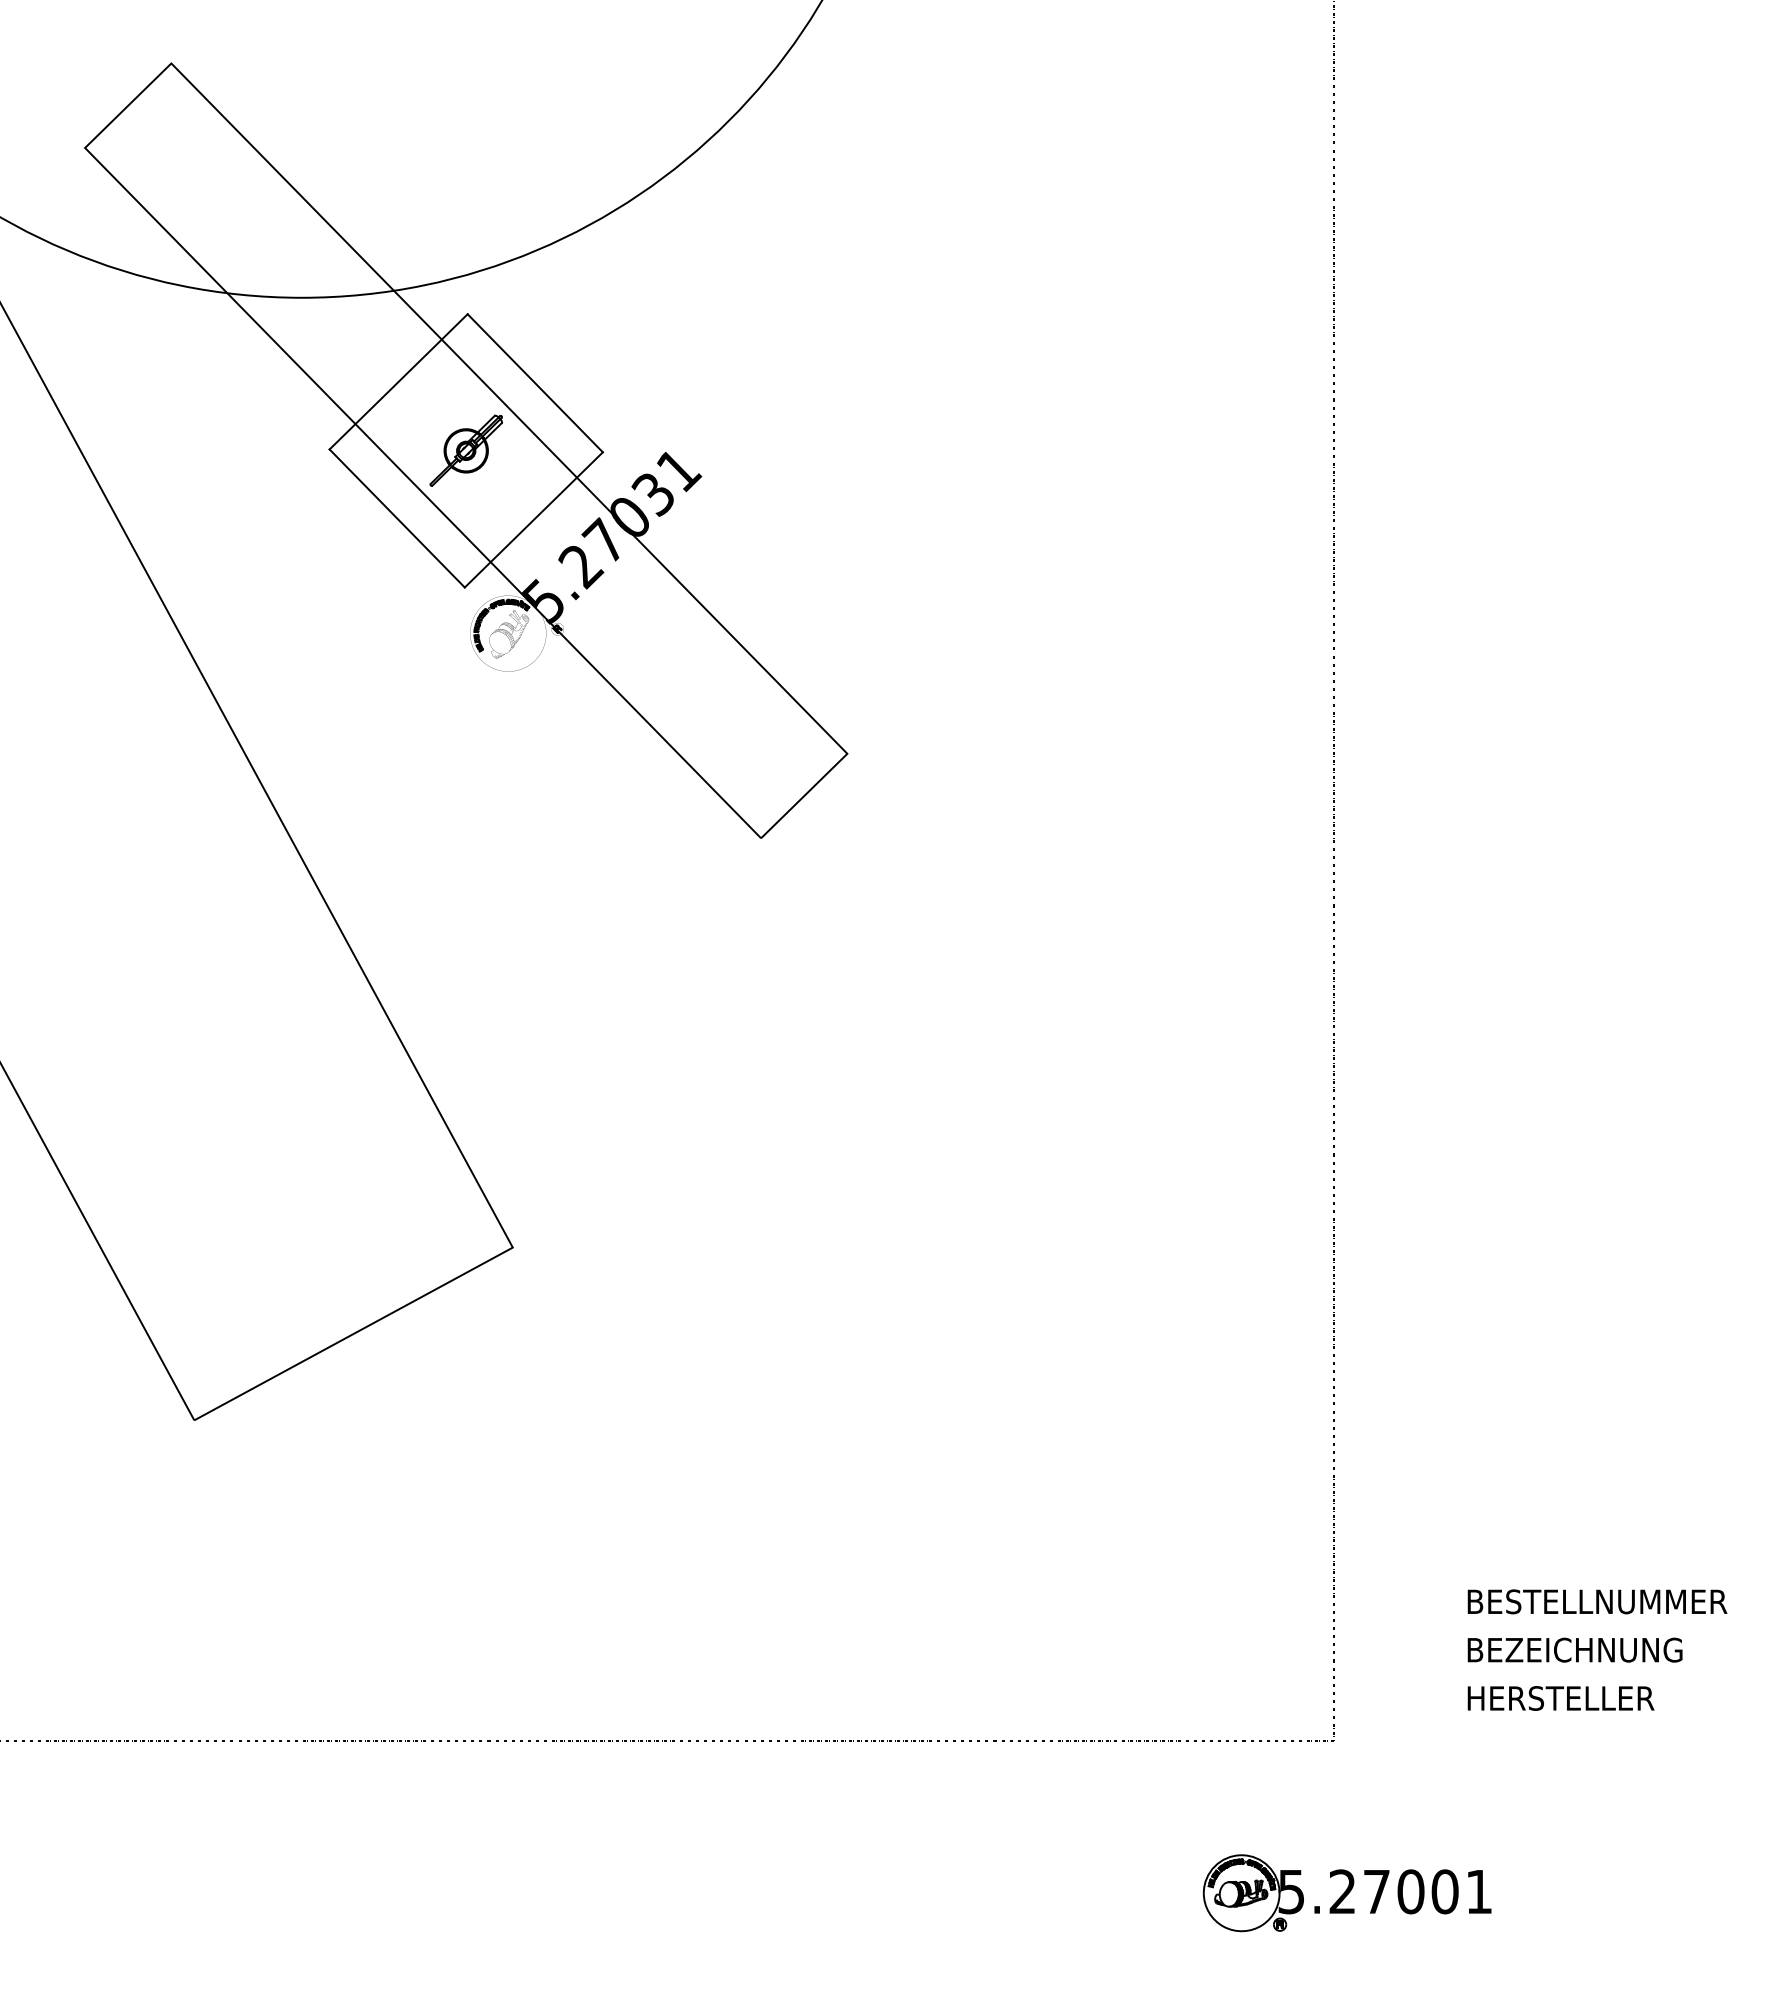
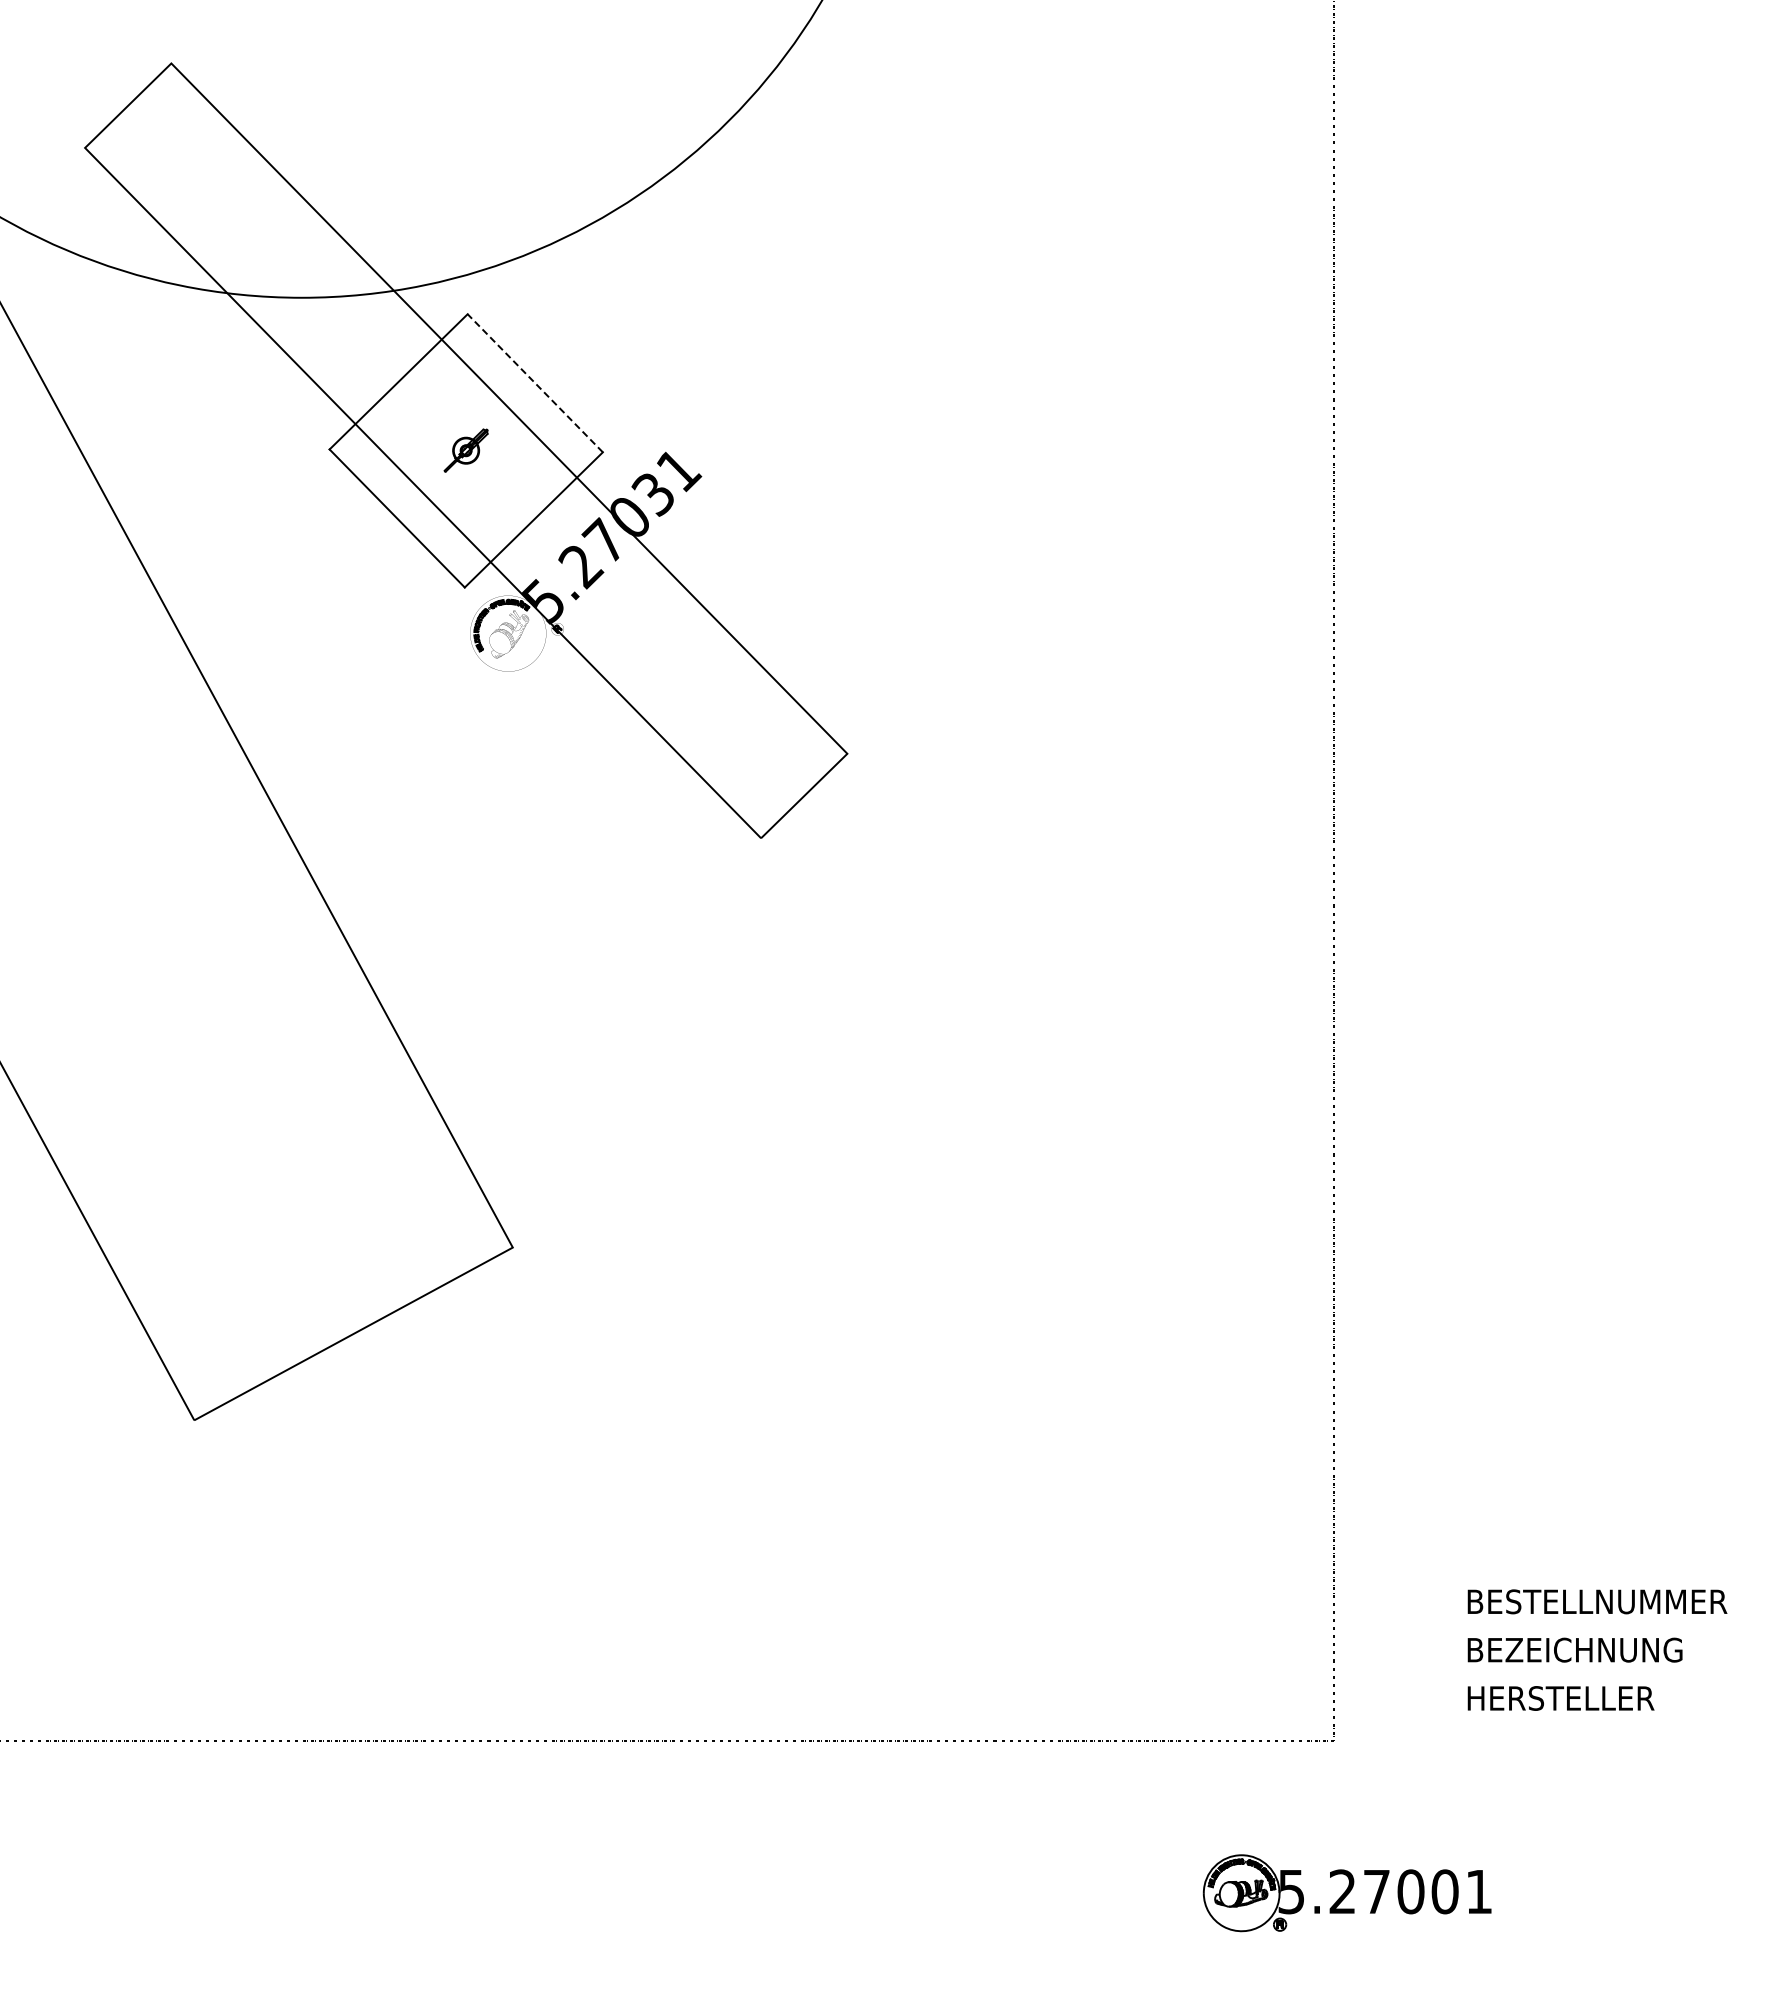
line at (535, 383): solid -> dashed
part at (465, 450) size: 74x73 px -> 46x45 px
